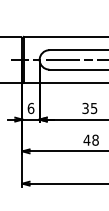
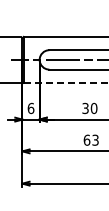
line at (66, 82): solid -> dashed
text at (93, 107): 35 -> 30
text at (90, 139): 48 -> 63
